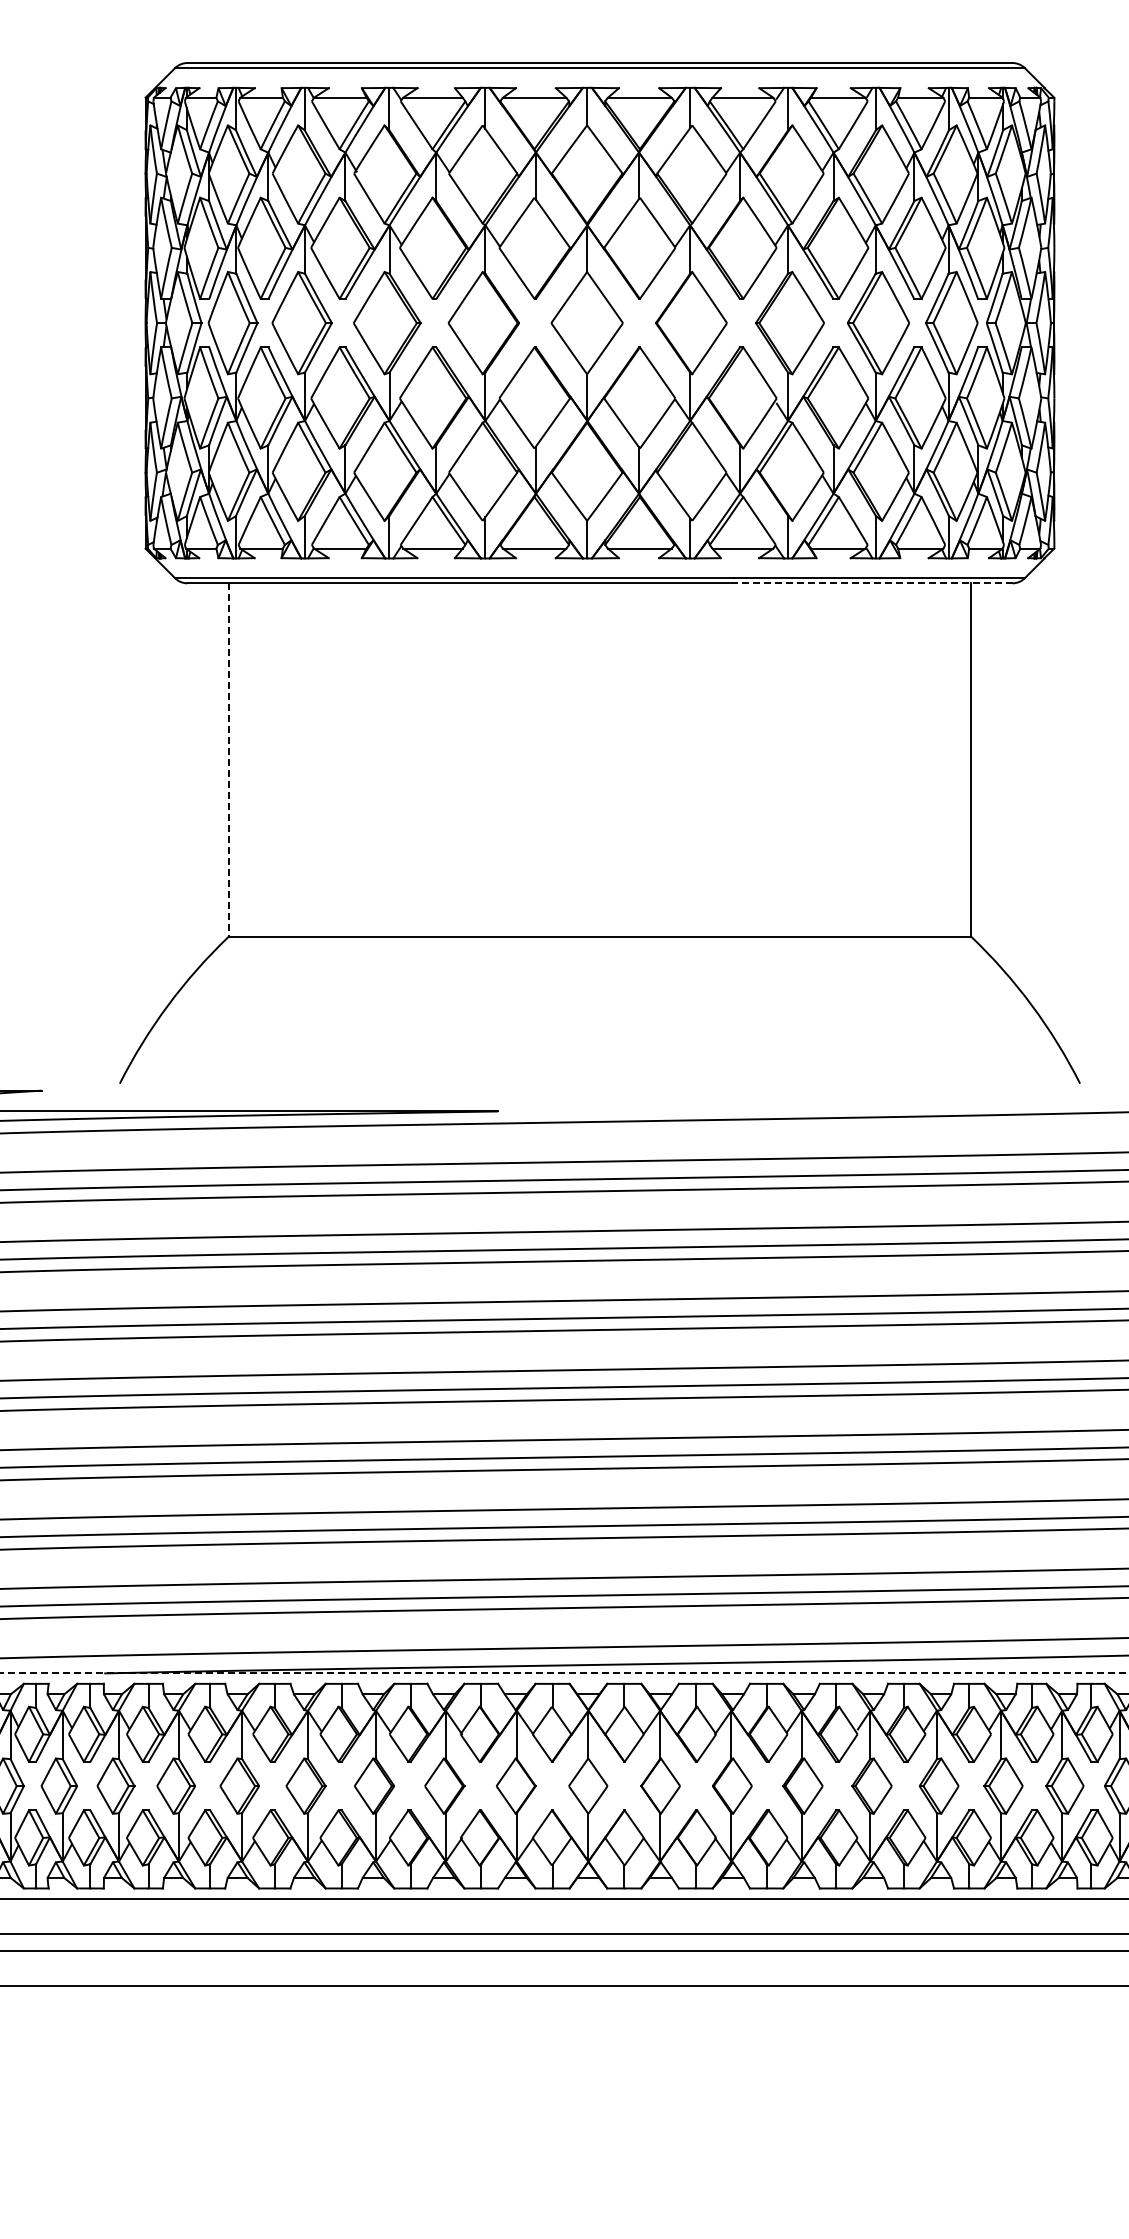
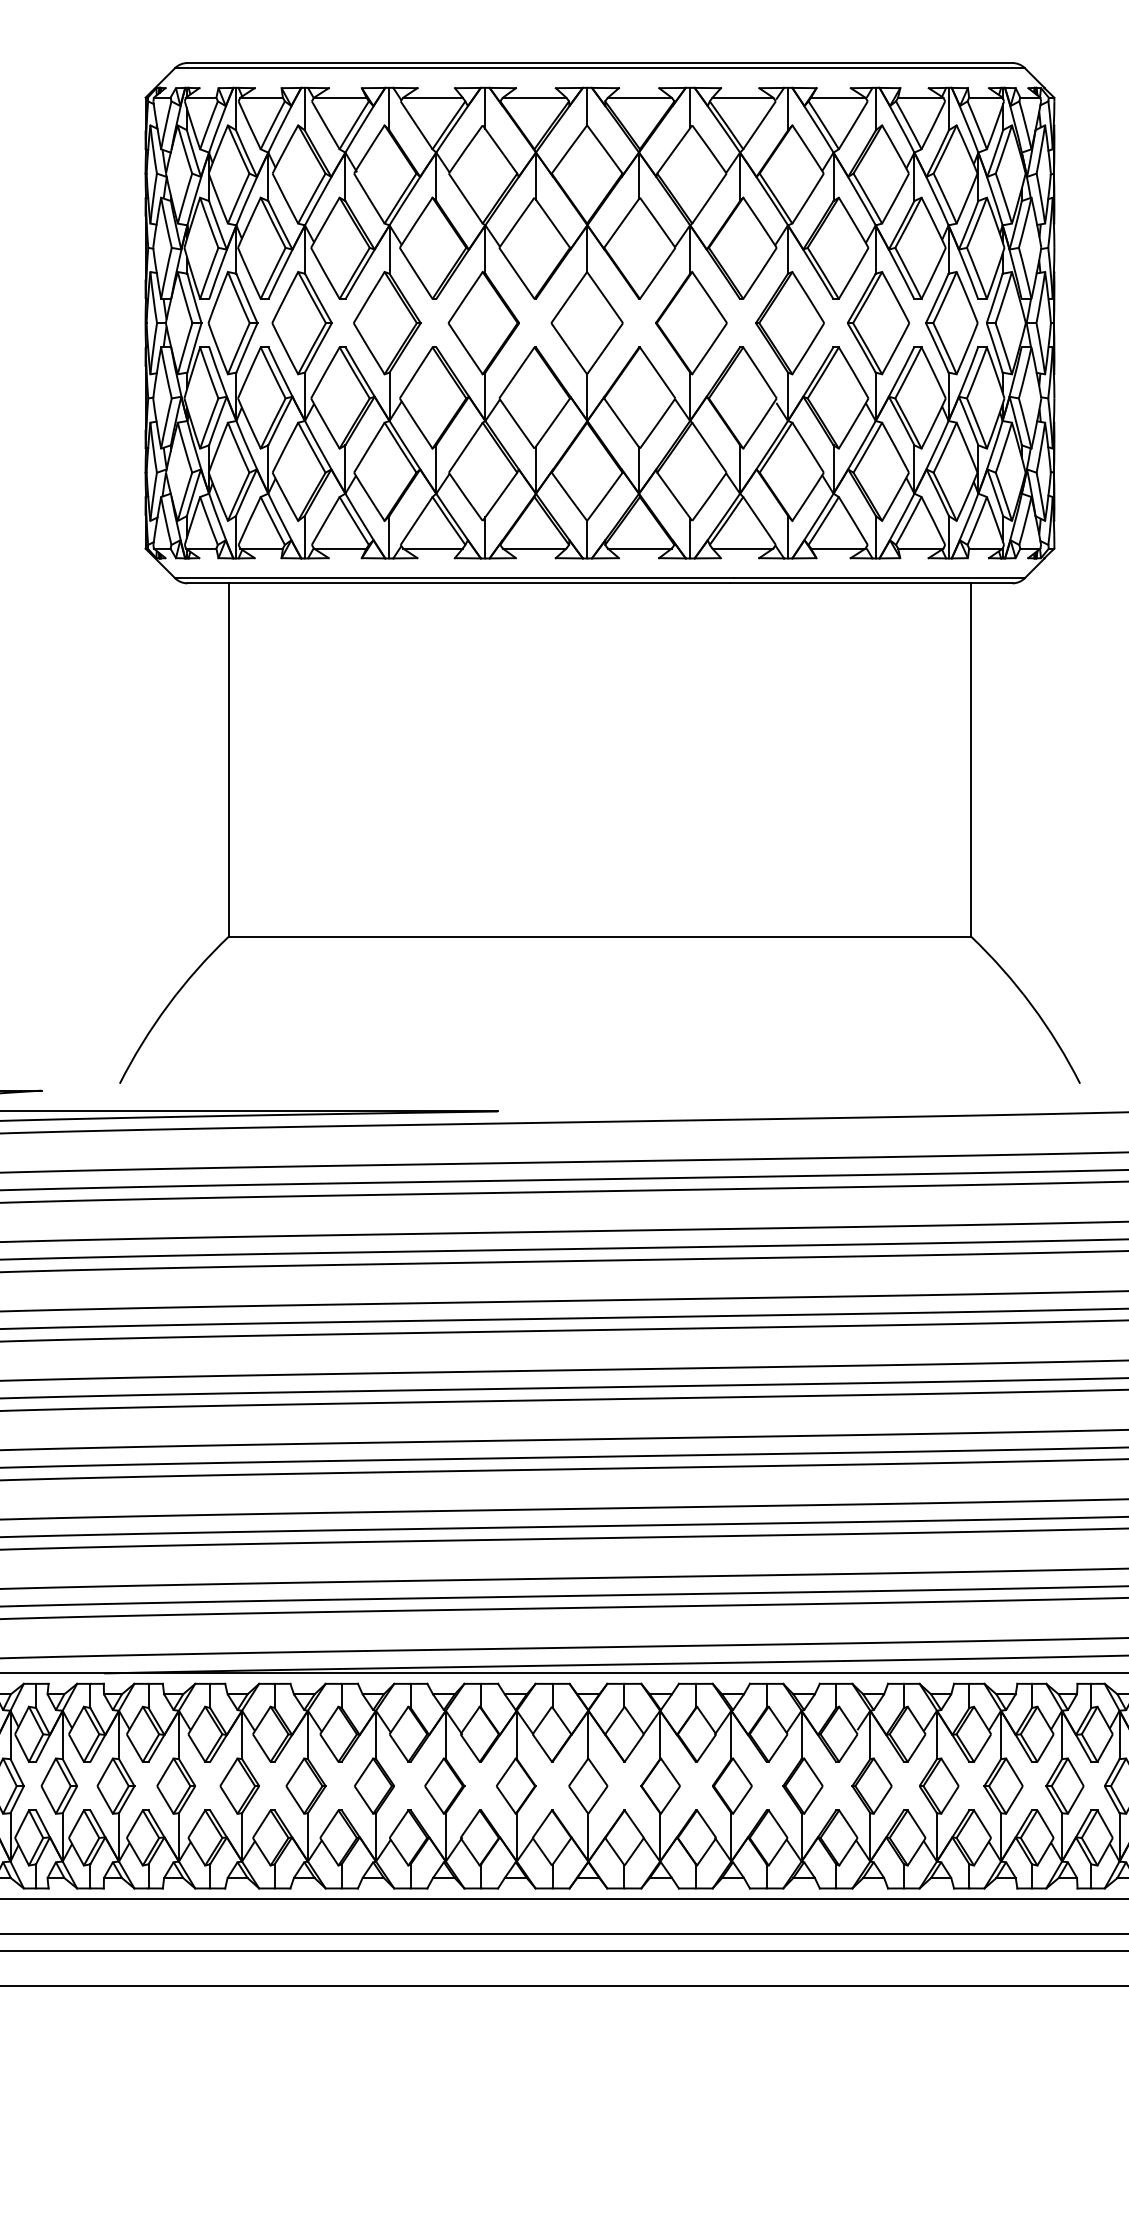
line at (870, 583): dashed -> solid
line at (228, 760): dashed -> solid
line at (564, 1673): dashed -> solid
